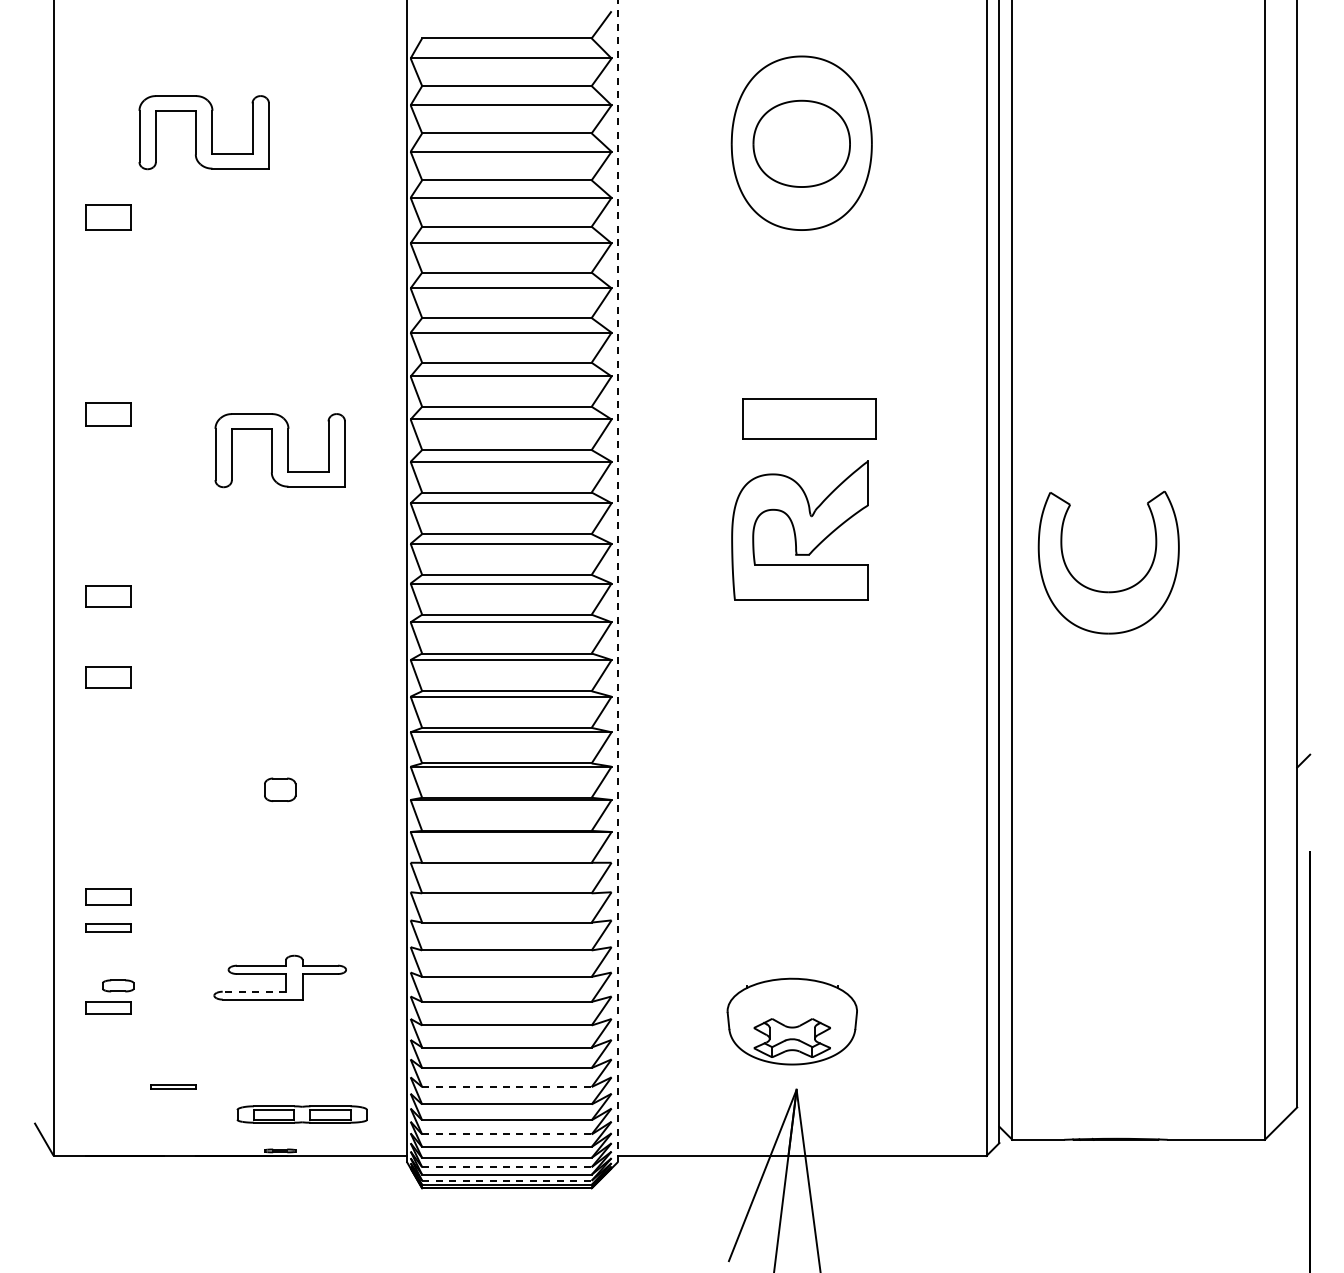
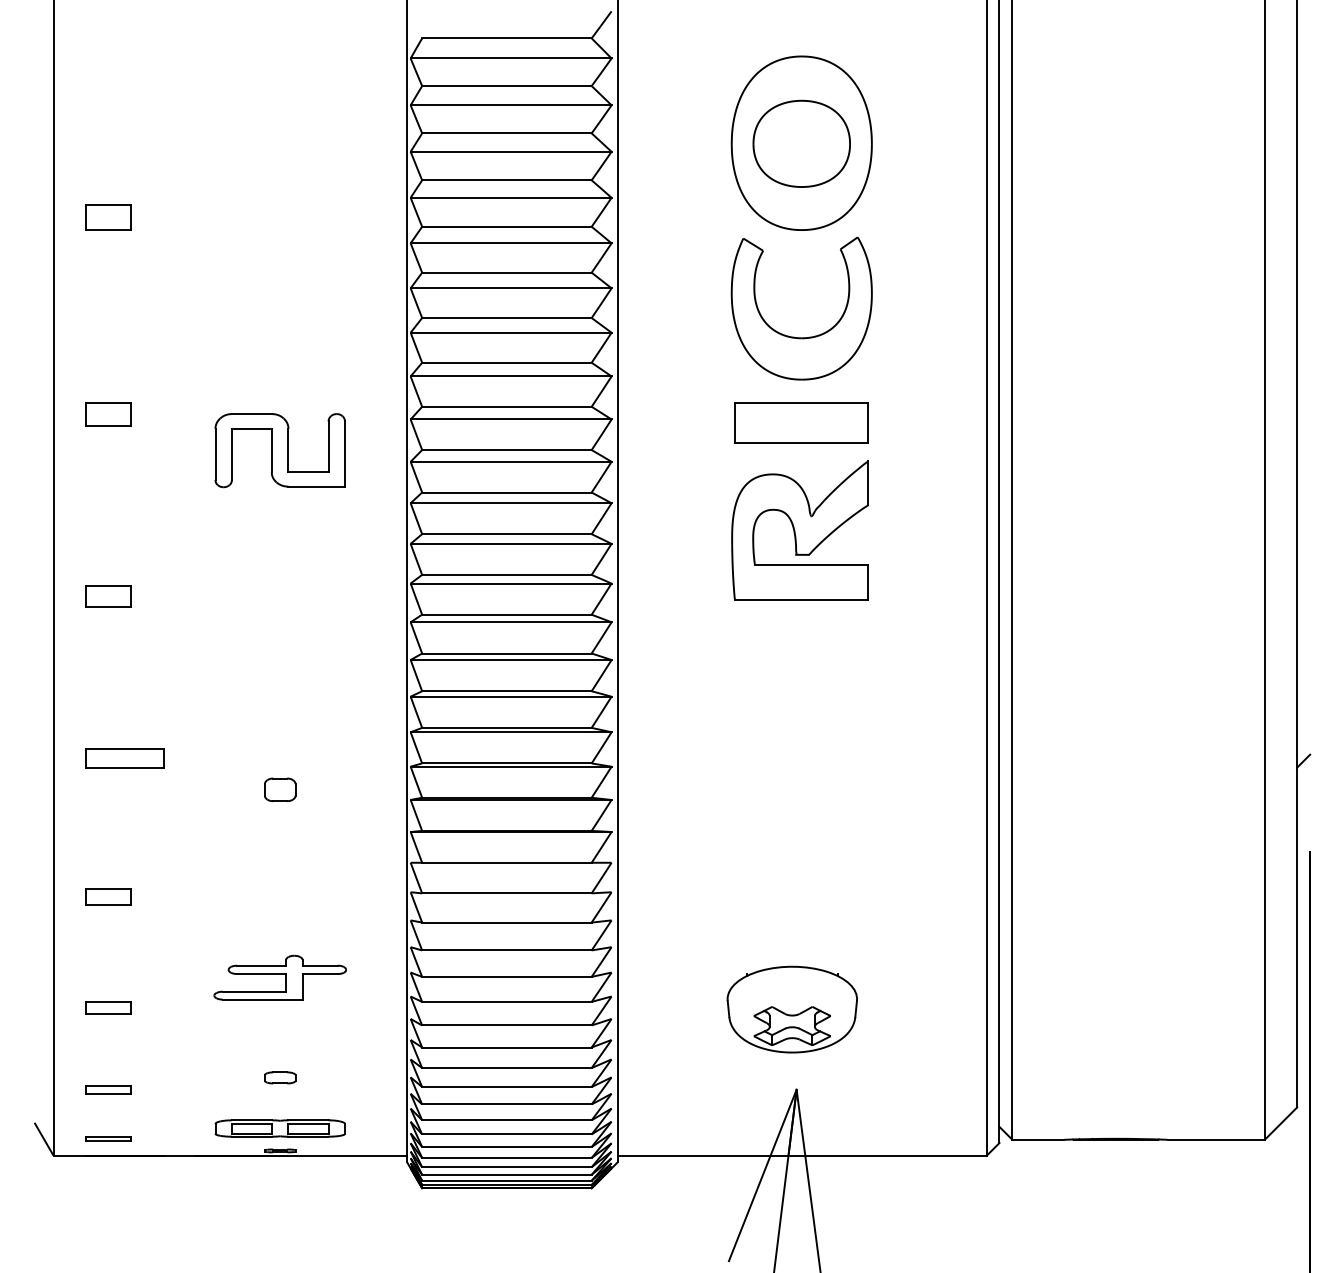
part at (203, 132): present -> none
part at (809, 418) position: (809, 418) -> (801, 422)
line at (617, 581): dashed -> solid
part at (1101, 590) position: (1101, 590) -> (794, 336)
part at (108, 677): present -> none
part at (124, 758): none -> present
part at (108, 927) position: (108, 927) -> (108, 1089)
part at (118, 985) position: (118, 985) -> (280, 1077)
line at (254, 991): dashed -> solid
part at (791, 1021) position: (791, 1021) -> (791, 1009)
part at (173, 1086) position: (173, 1086) -> (108, 1138)
line at (506, 1087): dashed -> solid
part at (301, 1114) position: (301, 1114) -> (279, 1128)
line at (506, 1134): dashed -> solid
line at (506, 1167): dashed -> solid
line at (506, 1180): dashed -> solid
